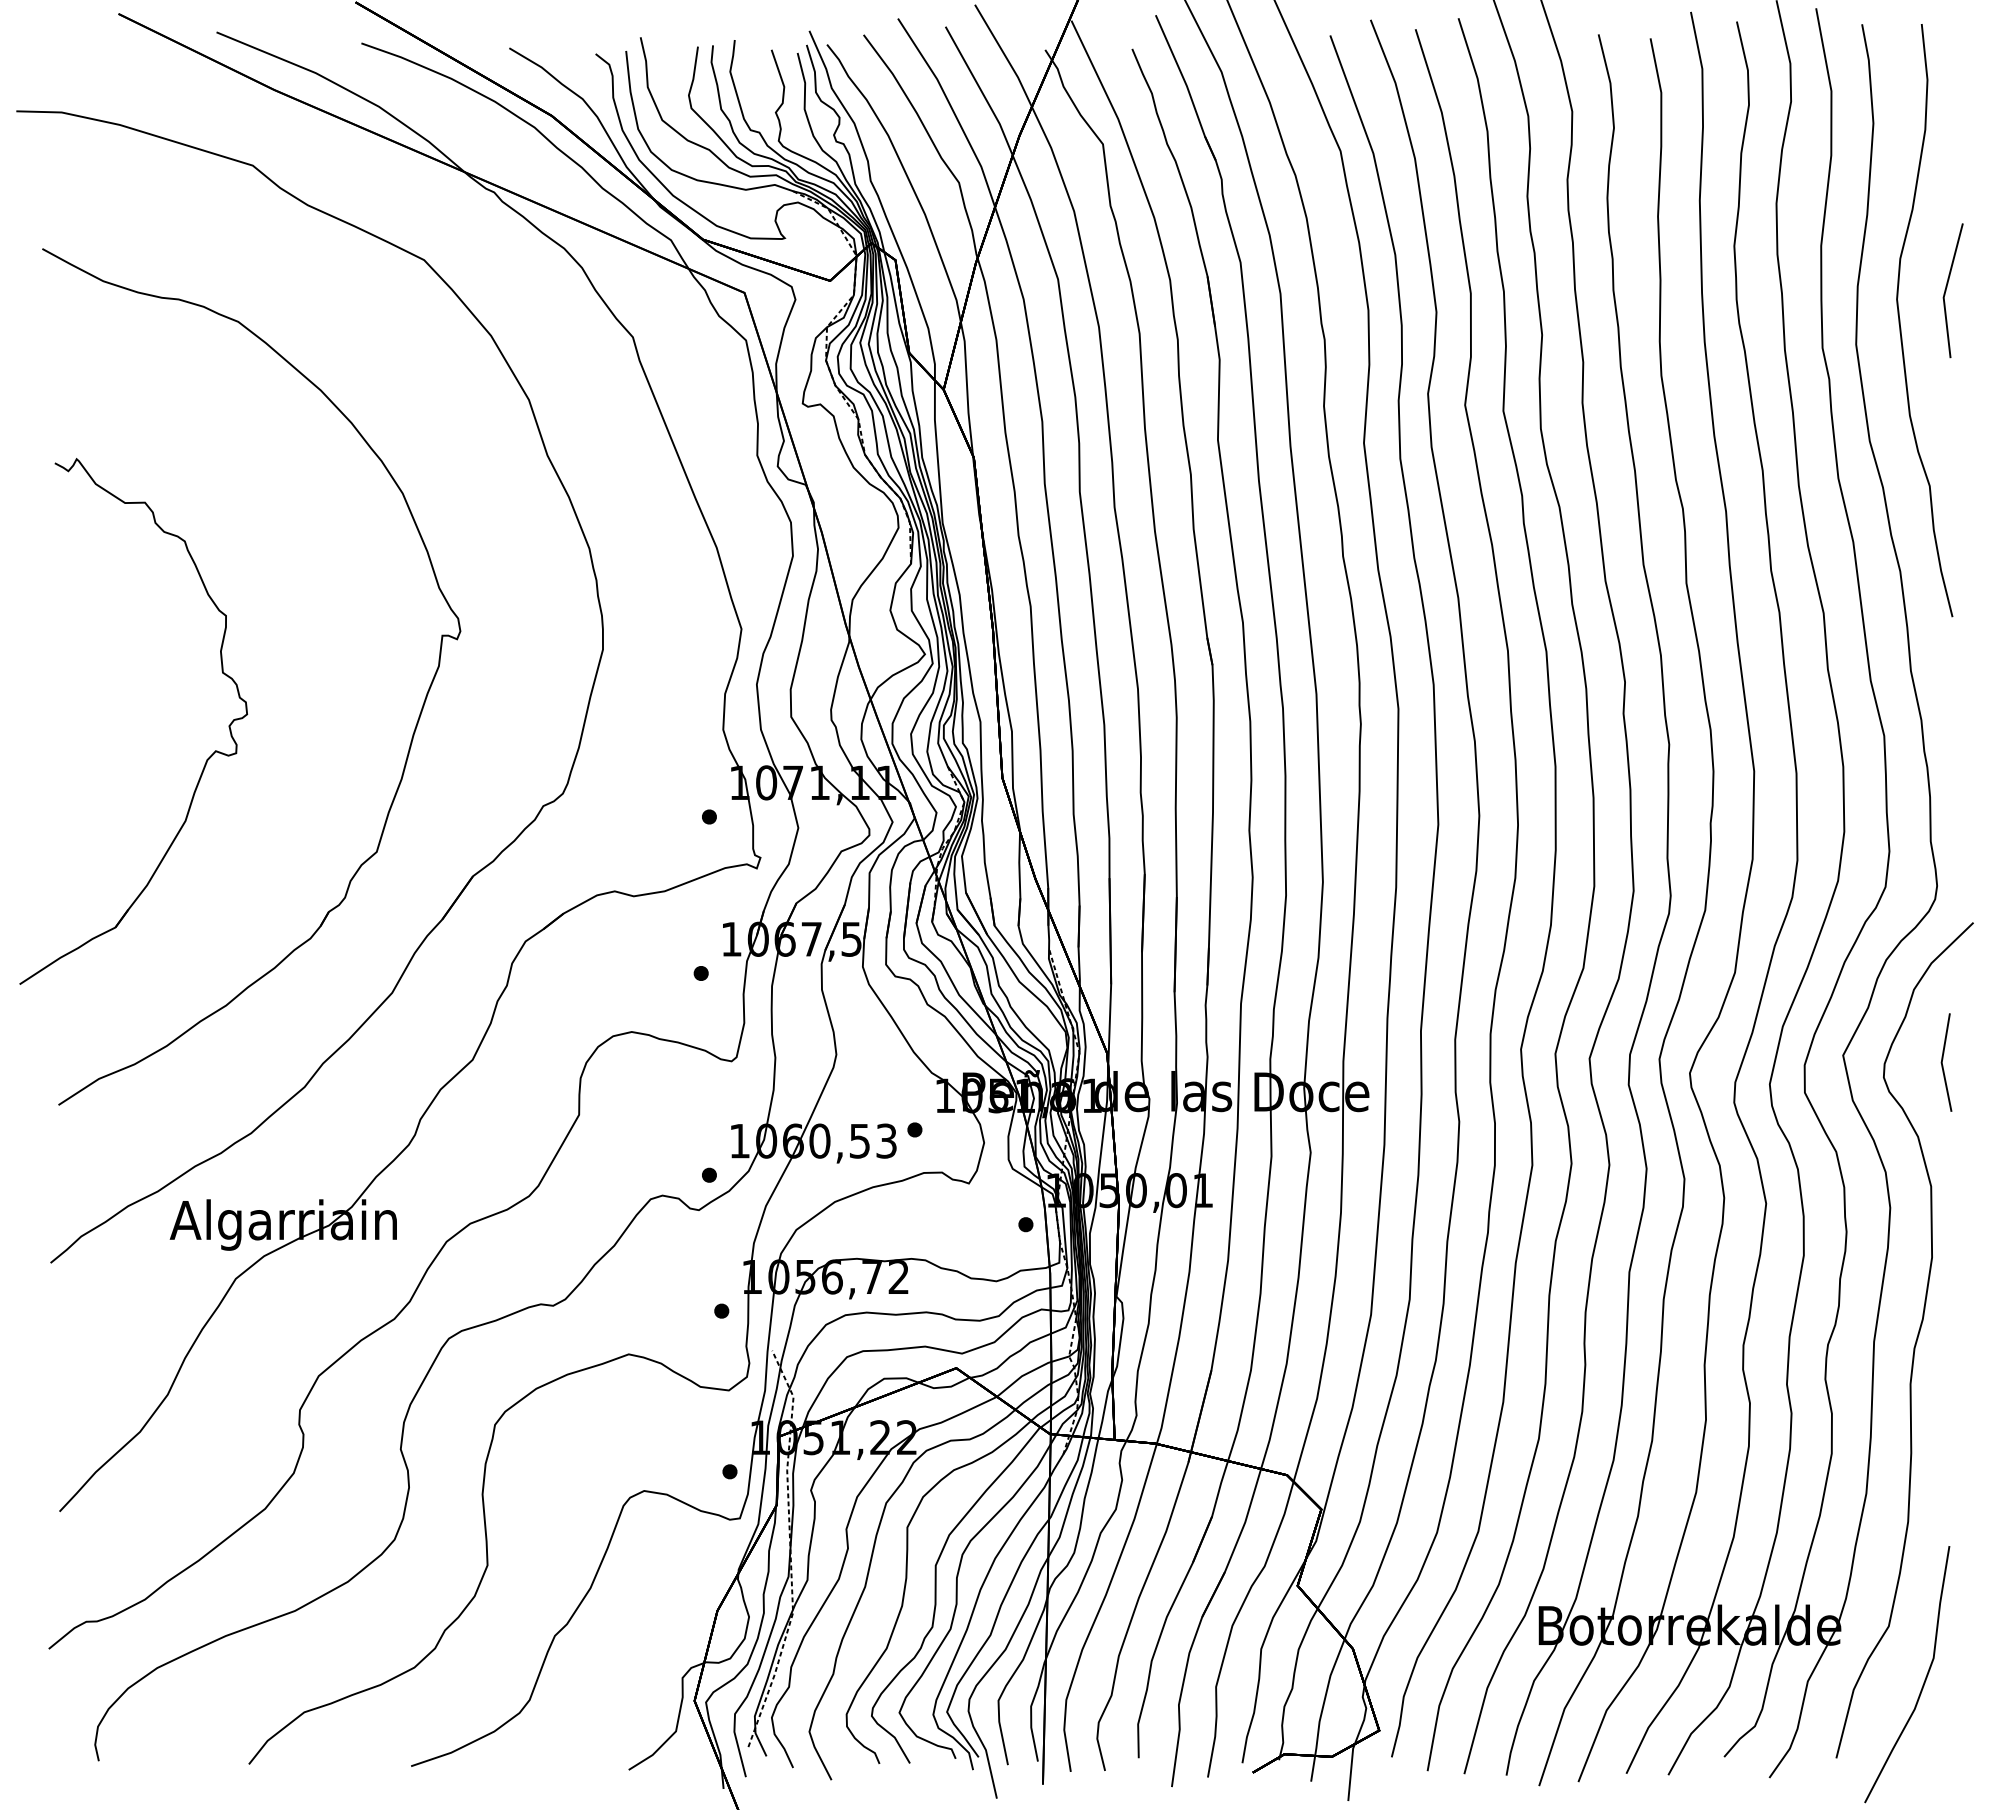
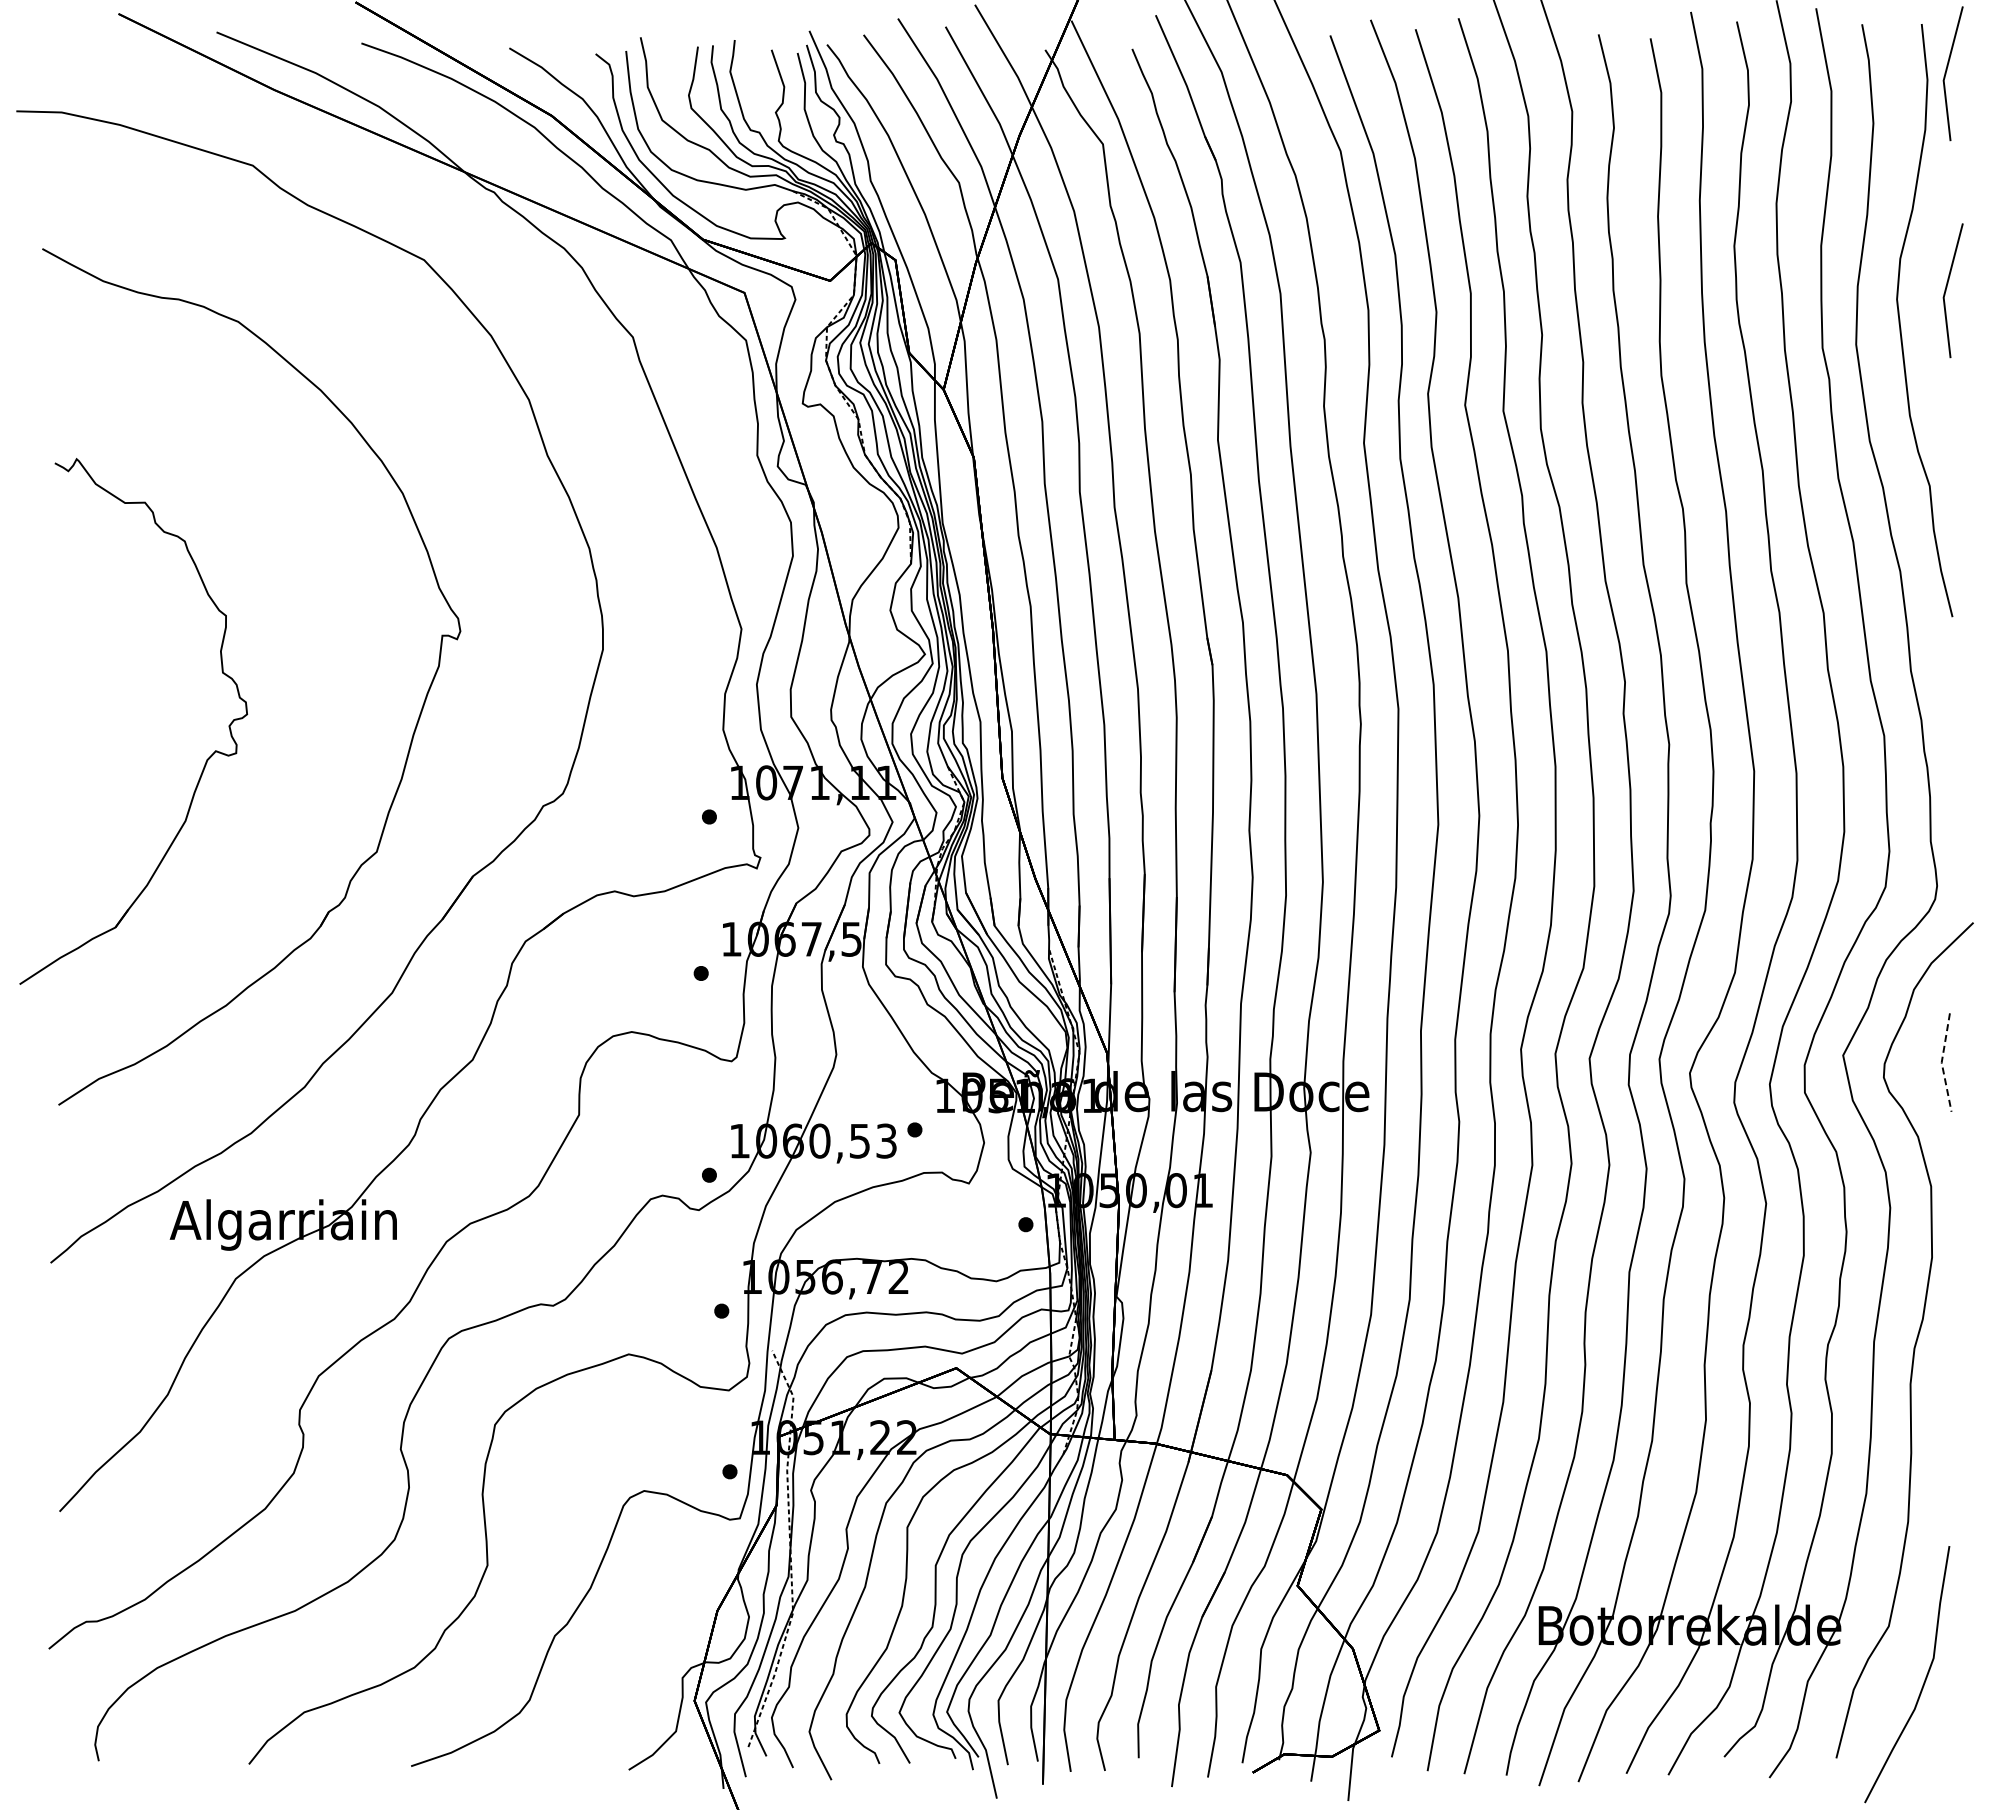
line at (1947, 70): none -> present
line at (1941, 1062): solid -> dashed
